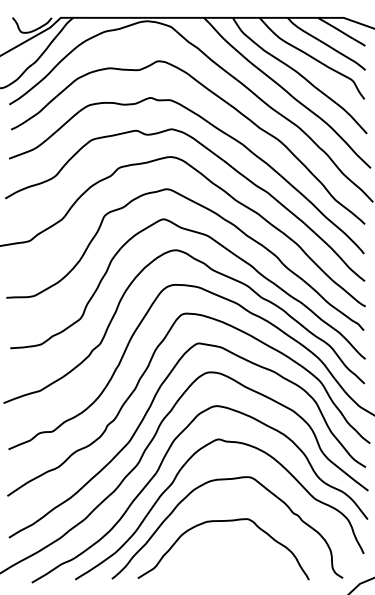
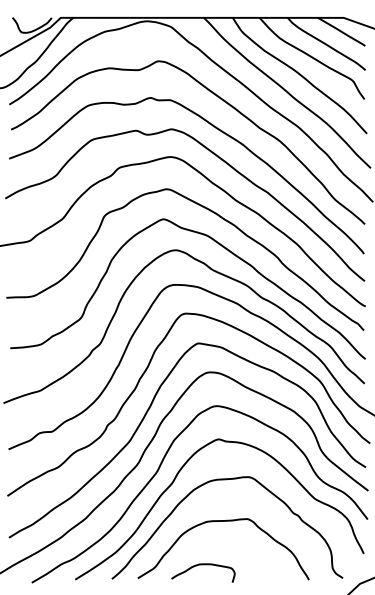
curve at (203, 565): none -> present
